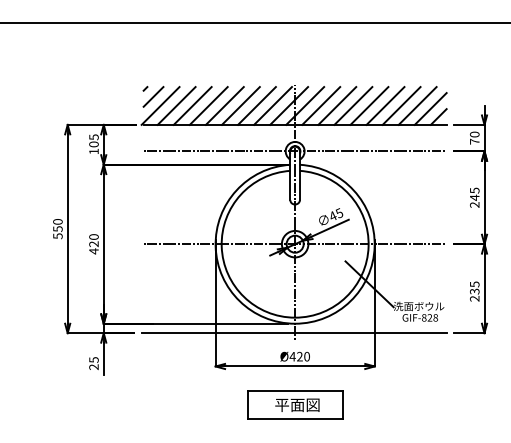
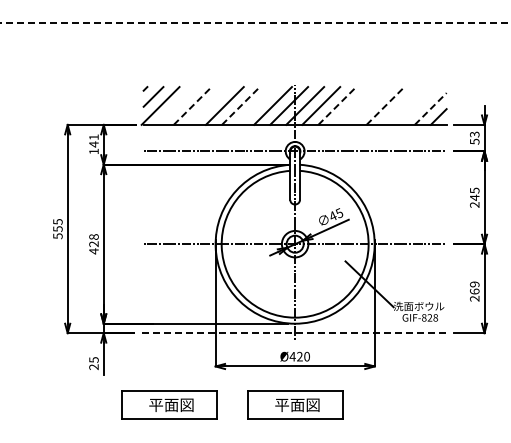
line at (255, 22): solid -> dashed
line at (176, 105): present -> none
line at (192, 105): solid -> dashed
line at (208, 105): present -> none
line at (240, 105): solid -> dashed
line at (256, 105): present -> none
line at (337, 105): solid -> dashed
line at (353, 105): present -> none
line at (369, 105): present -> none
line at (385, 105): solid -> dashed
line at (401, 105): present -> none
line at (417, 105): present -> none
line at (430, 108): solid -> dashed
text at (474, 137): 70 -> 53
text at (93, 140): 105 -> 141
text at (57, 221): 550 -> 555
text at (93, 236): 420 -> 428
text at (474, 287): 235 -> 269
line at (294, 333): solid -> dashed
part at (169, 404): none -> present
